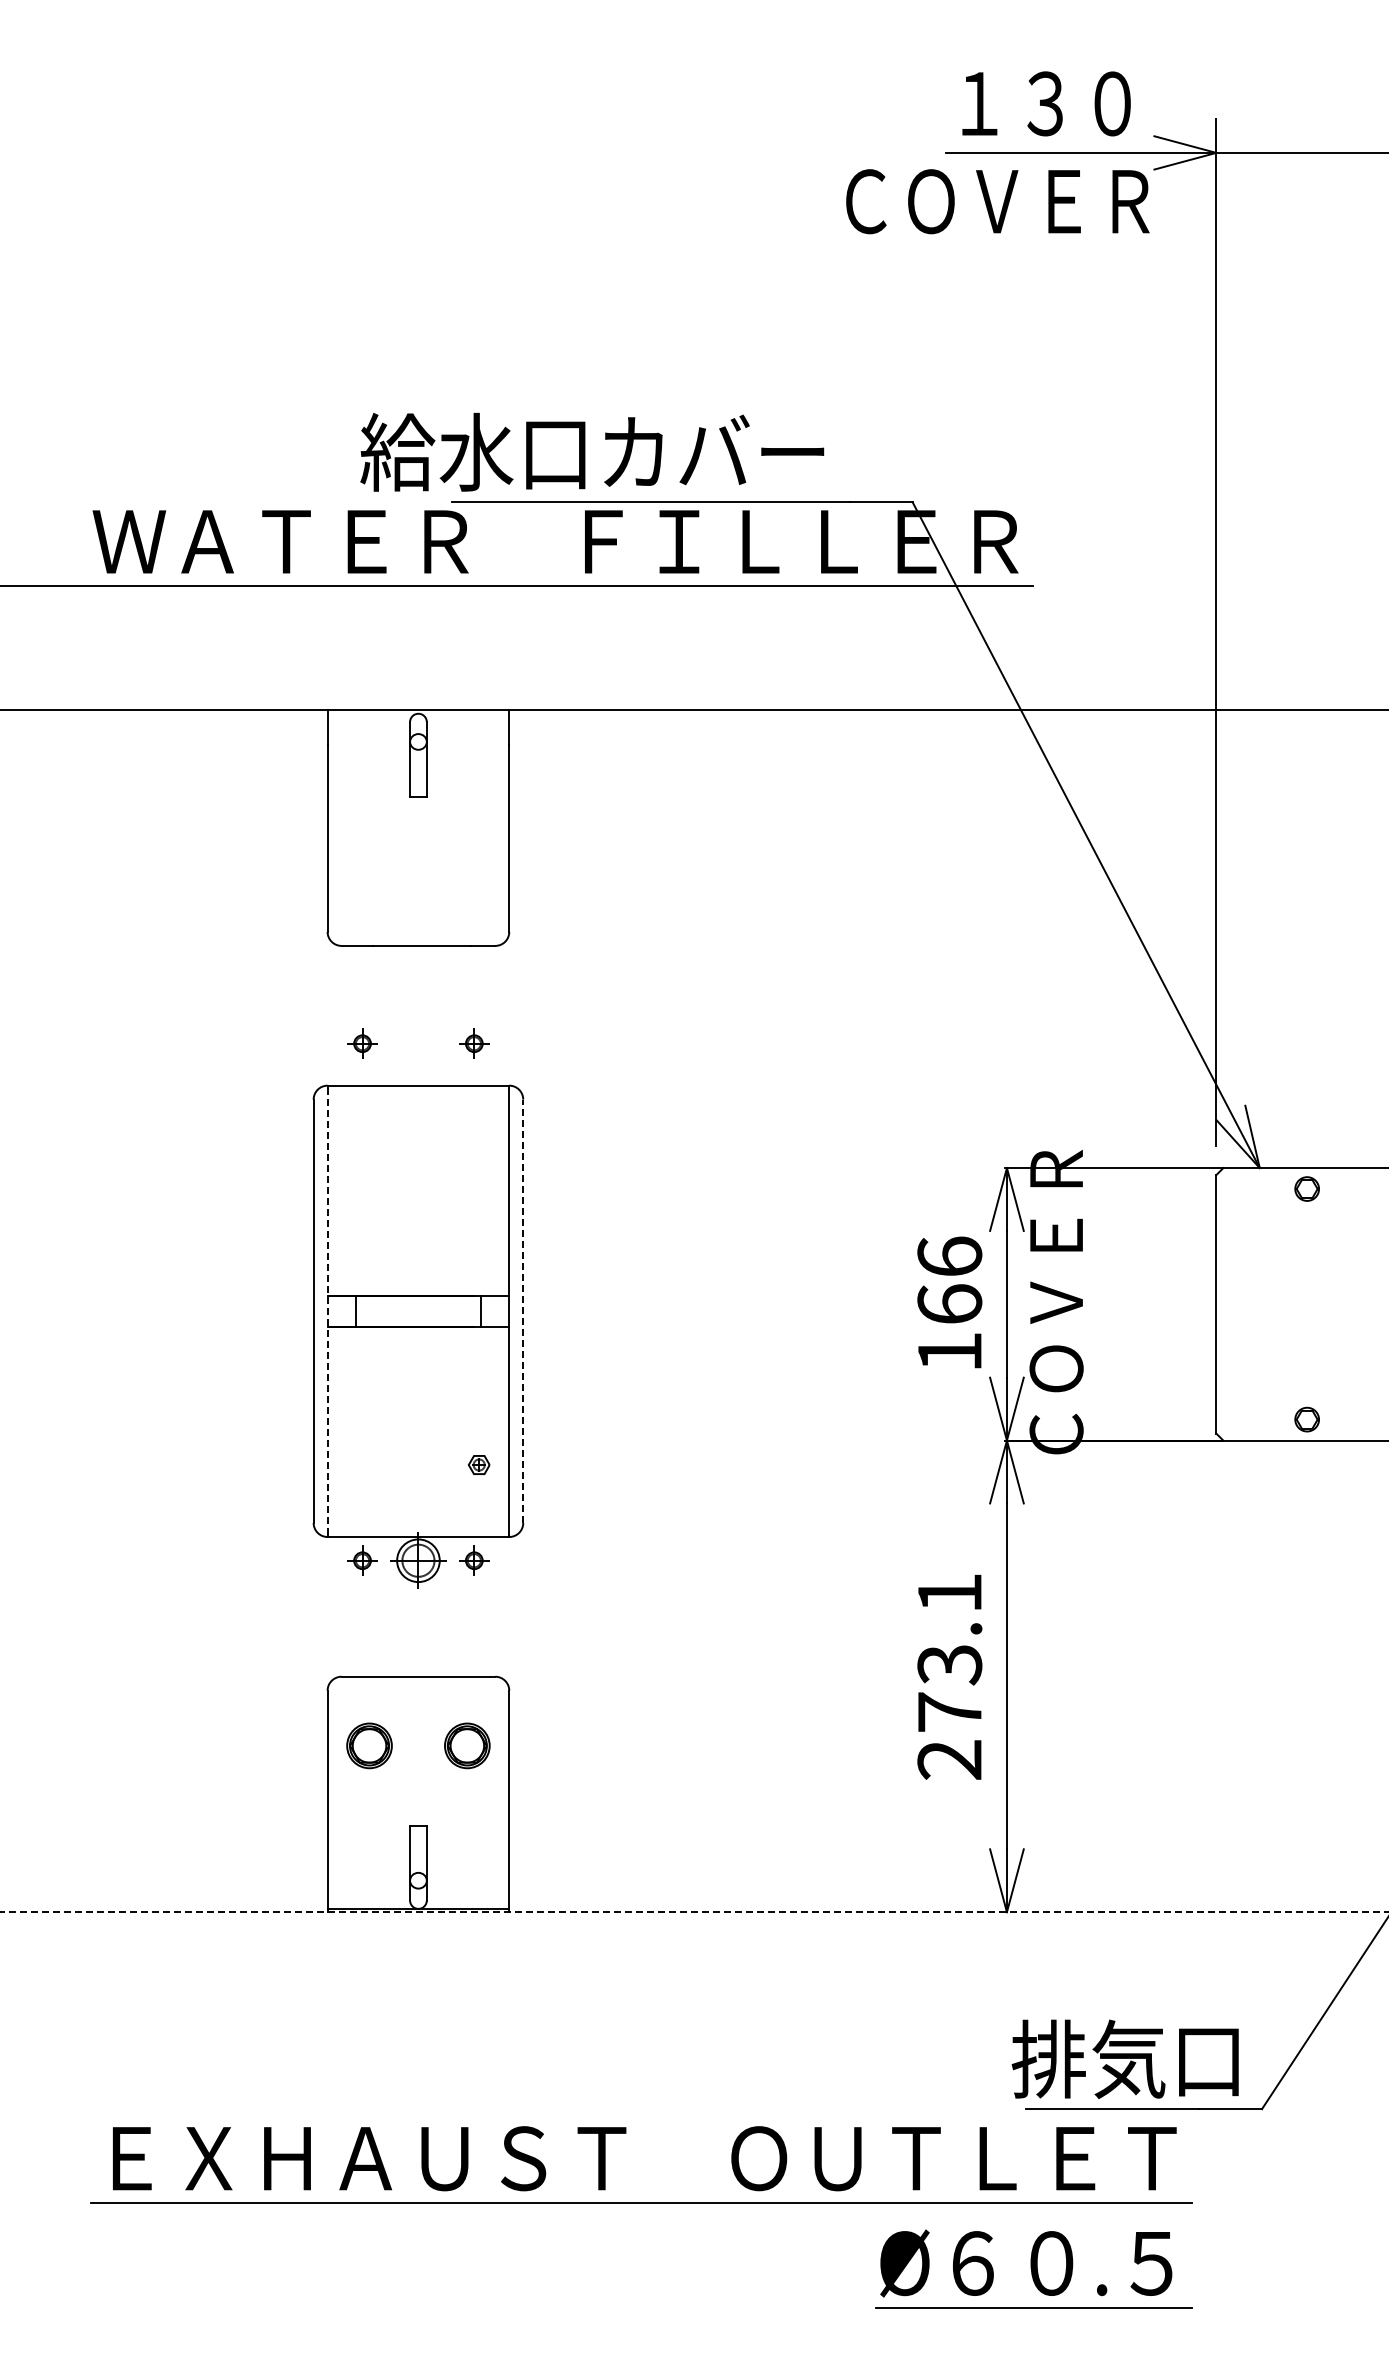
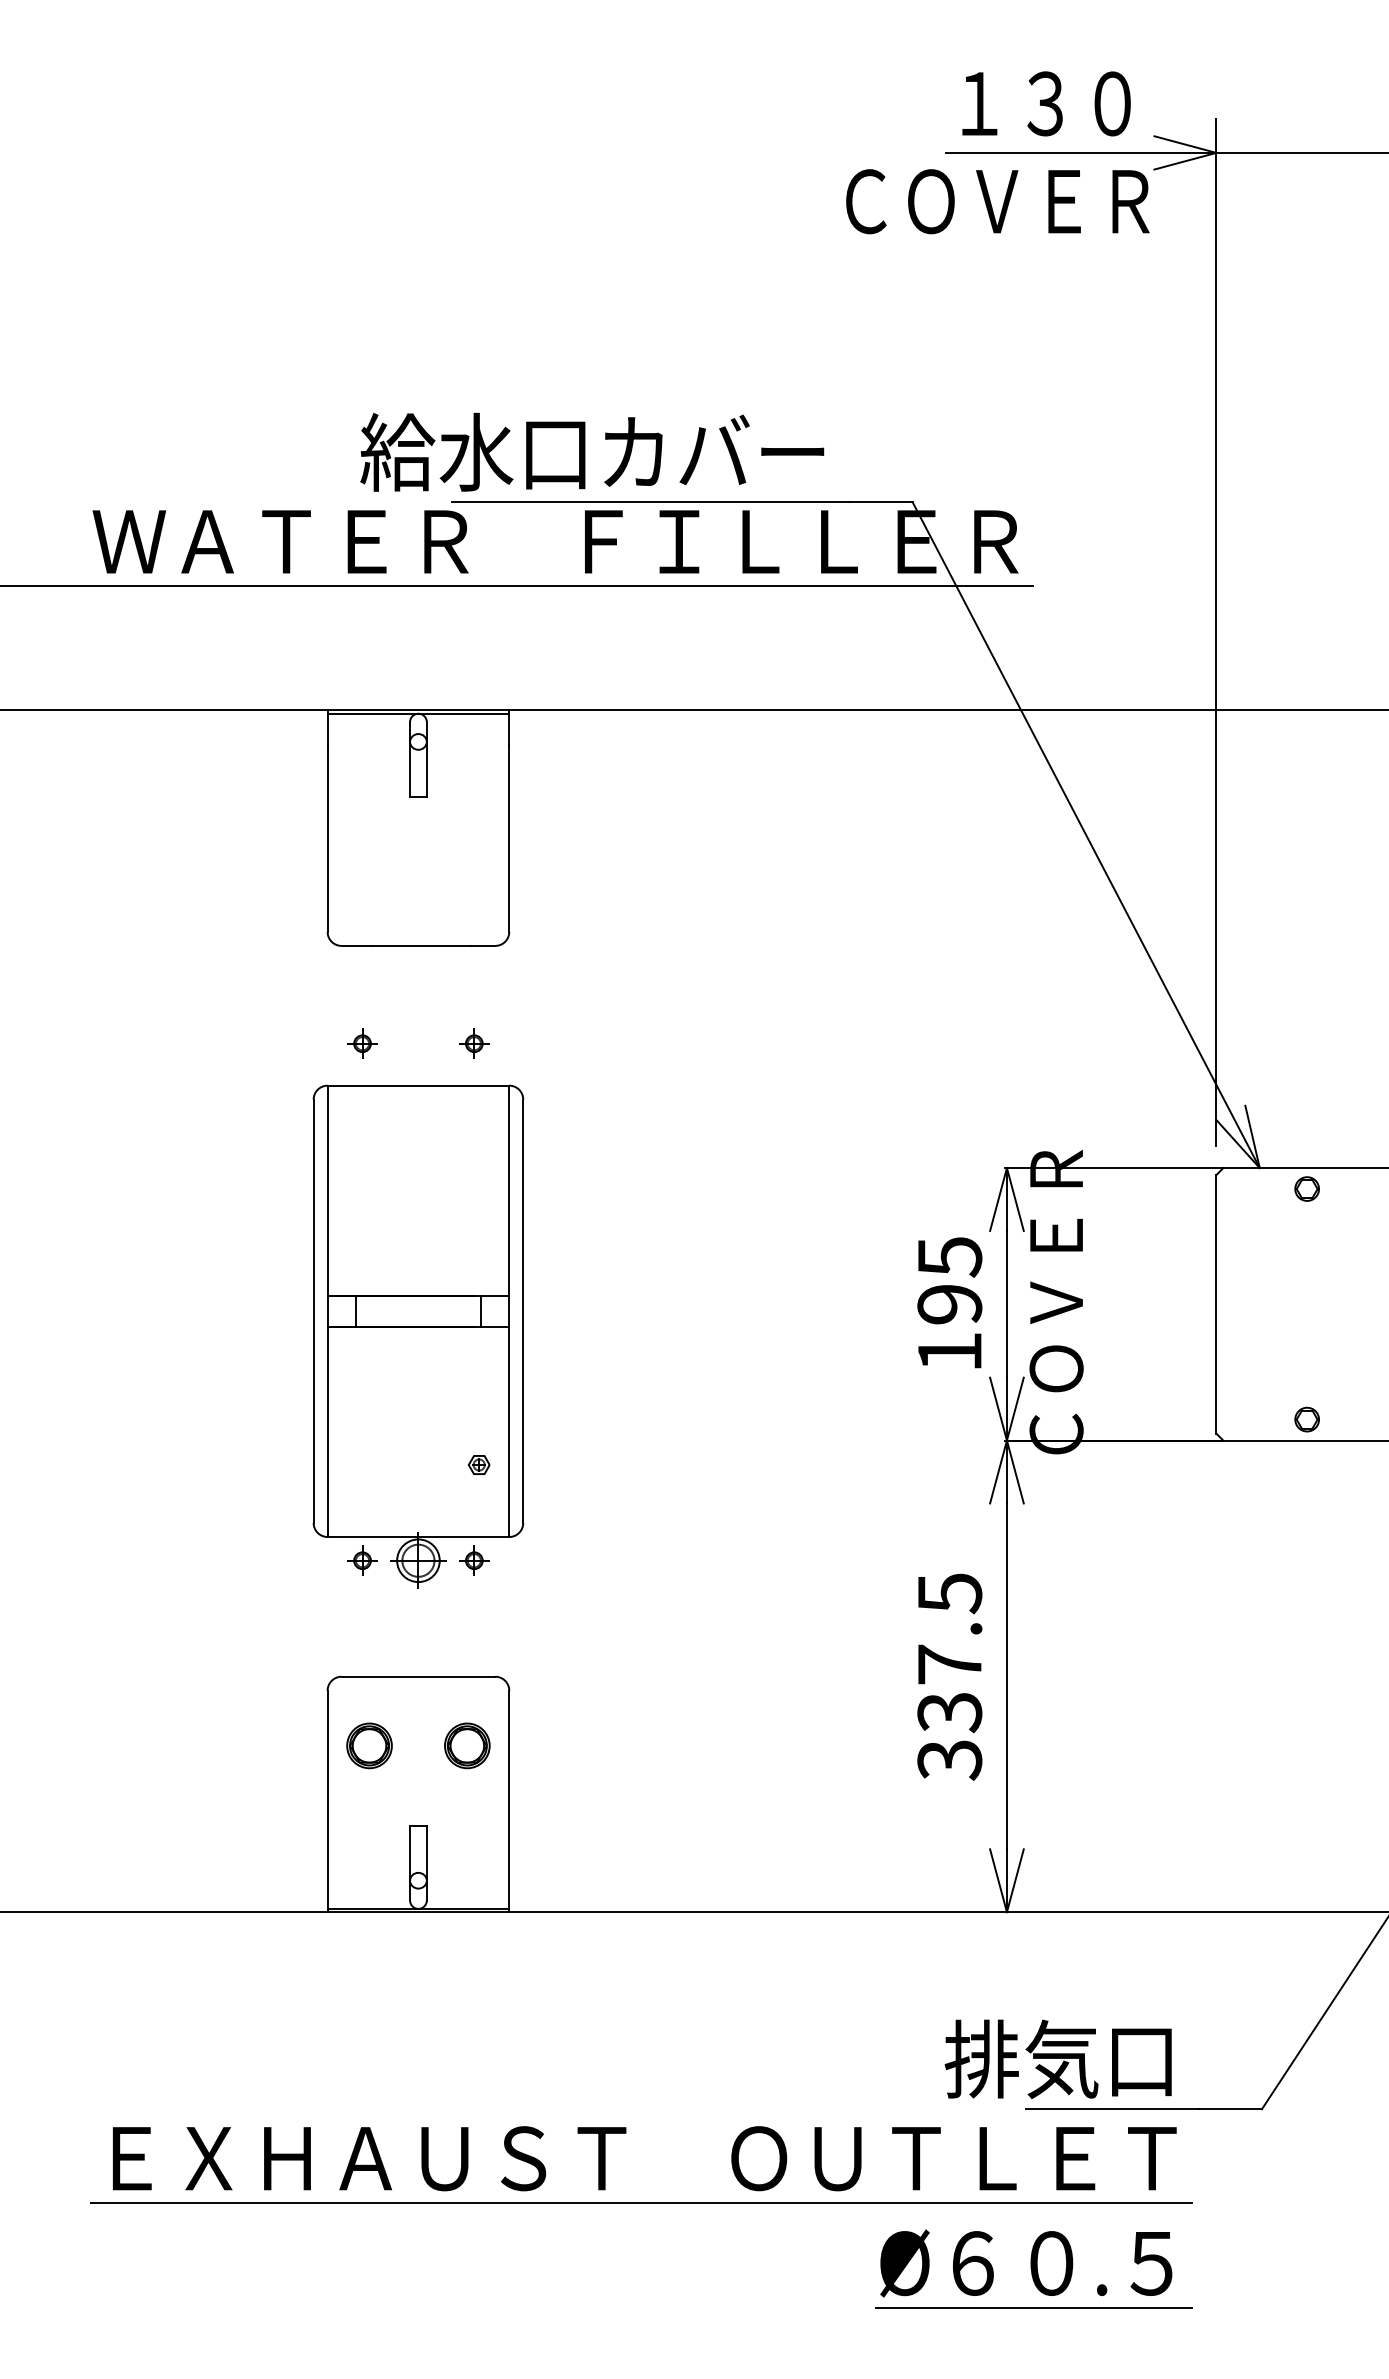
line at (418, 713): none -> present
text at (949, 1280): 166 -> 195
line at (327, 1311): dashed -> solid
line at (523, 1311): dashed -> solid
text at (949, 1676): 273.1 -> 337.5
line at (694, 1912): dashed -> solid
text at (1124, 2058) position: (1124, 2058) -> (1057, 2058)
